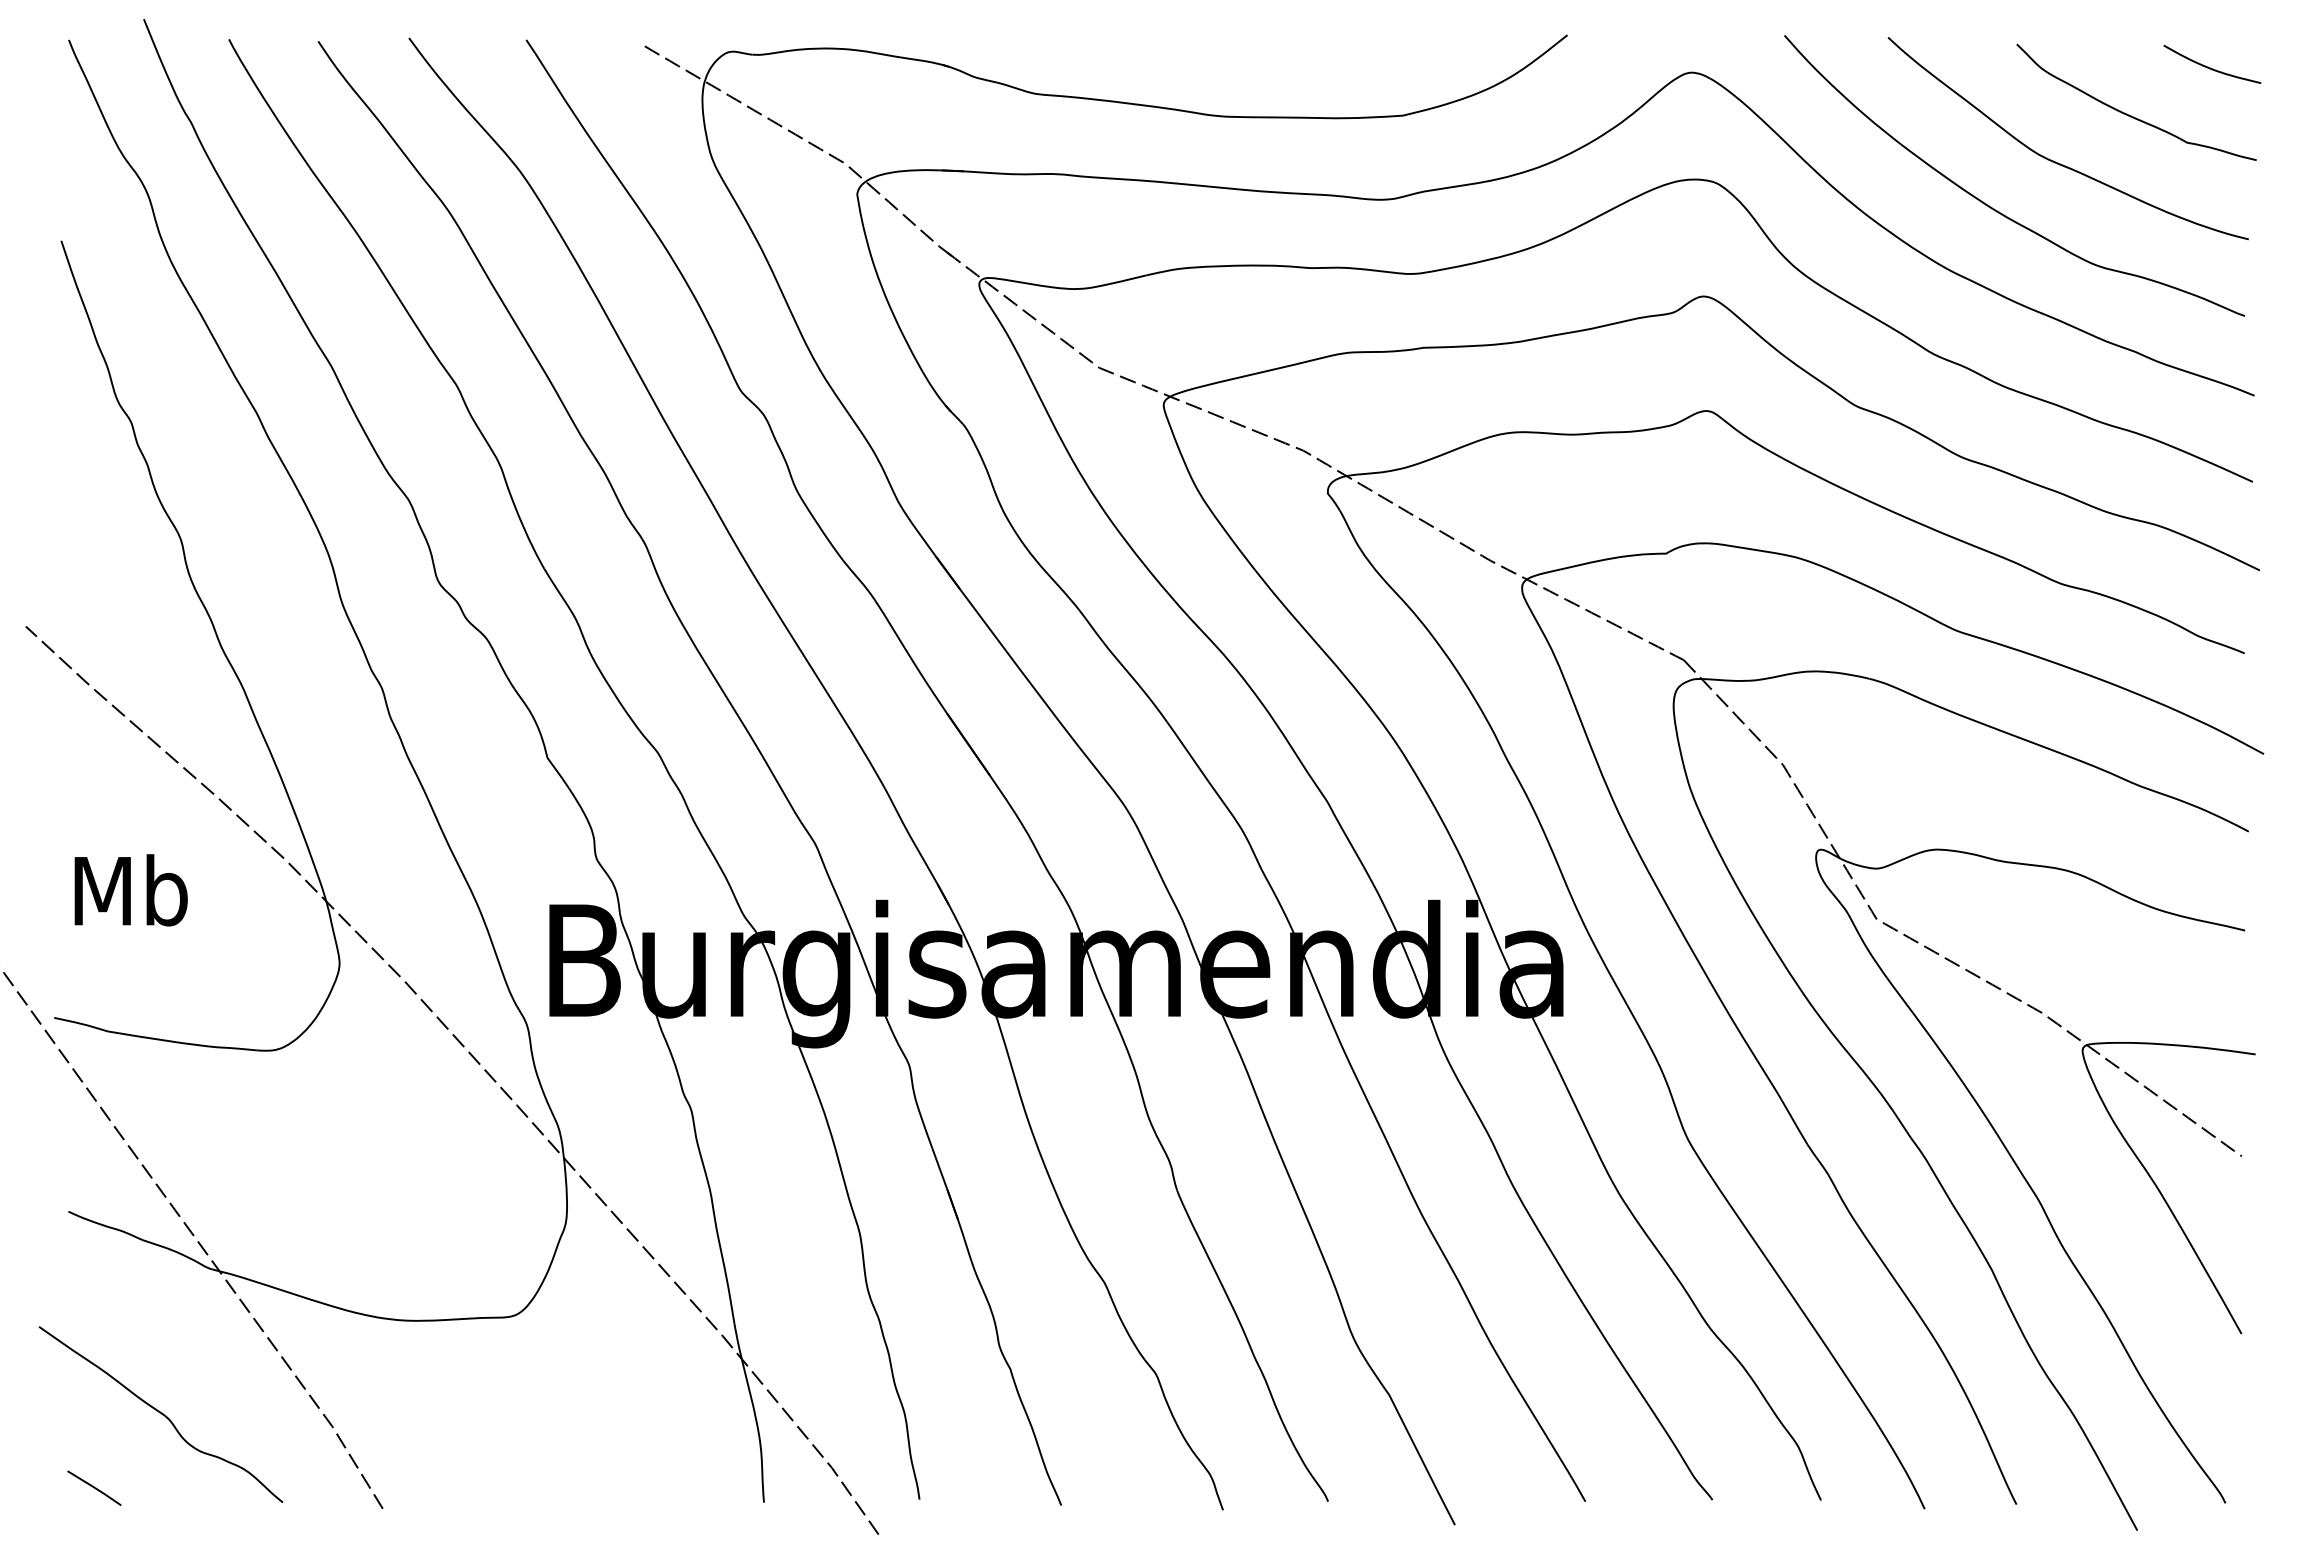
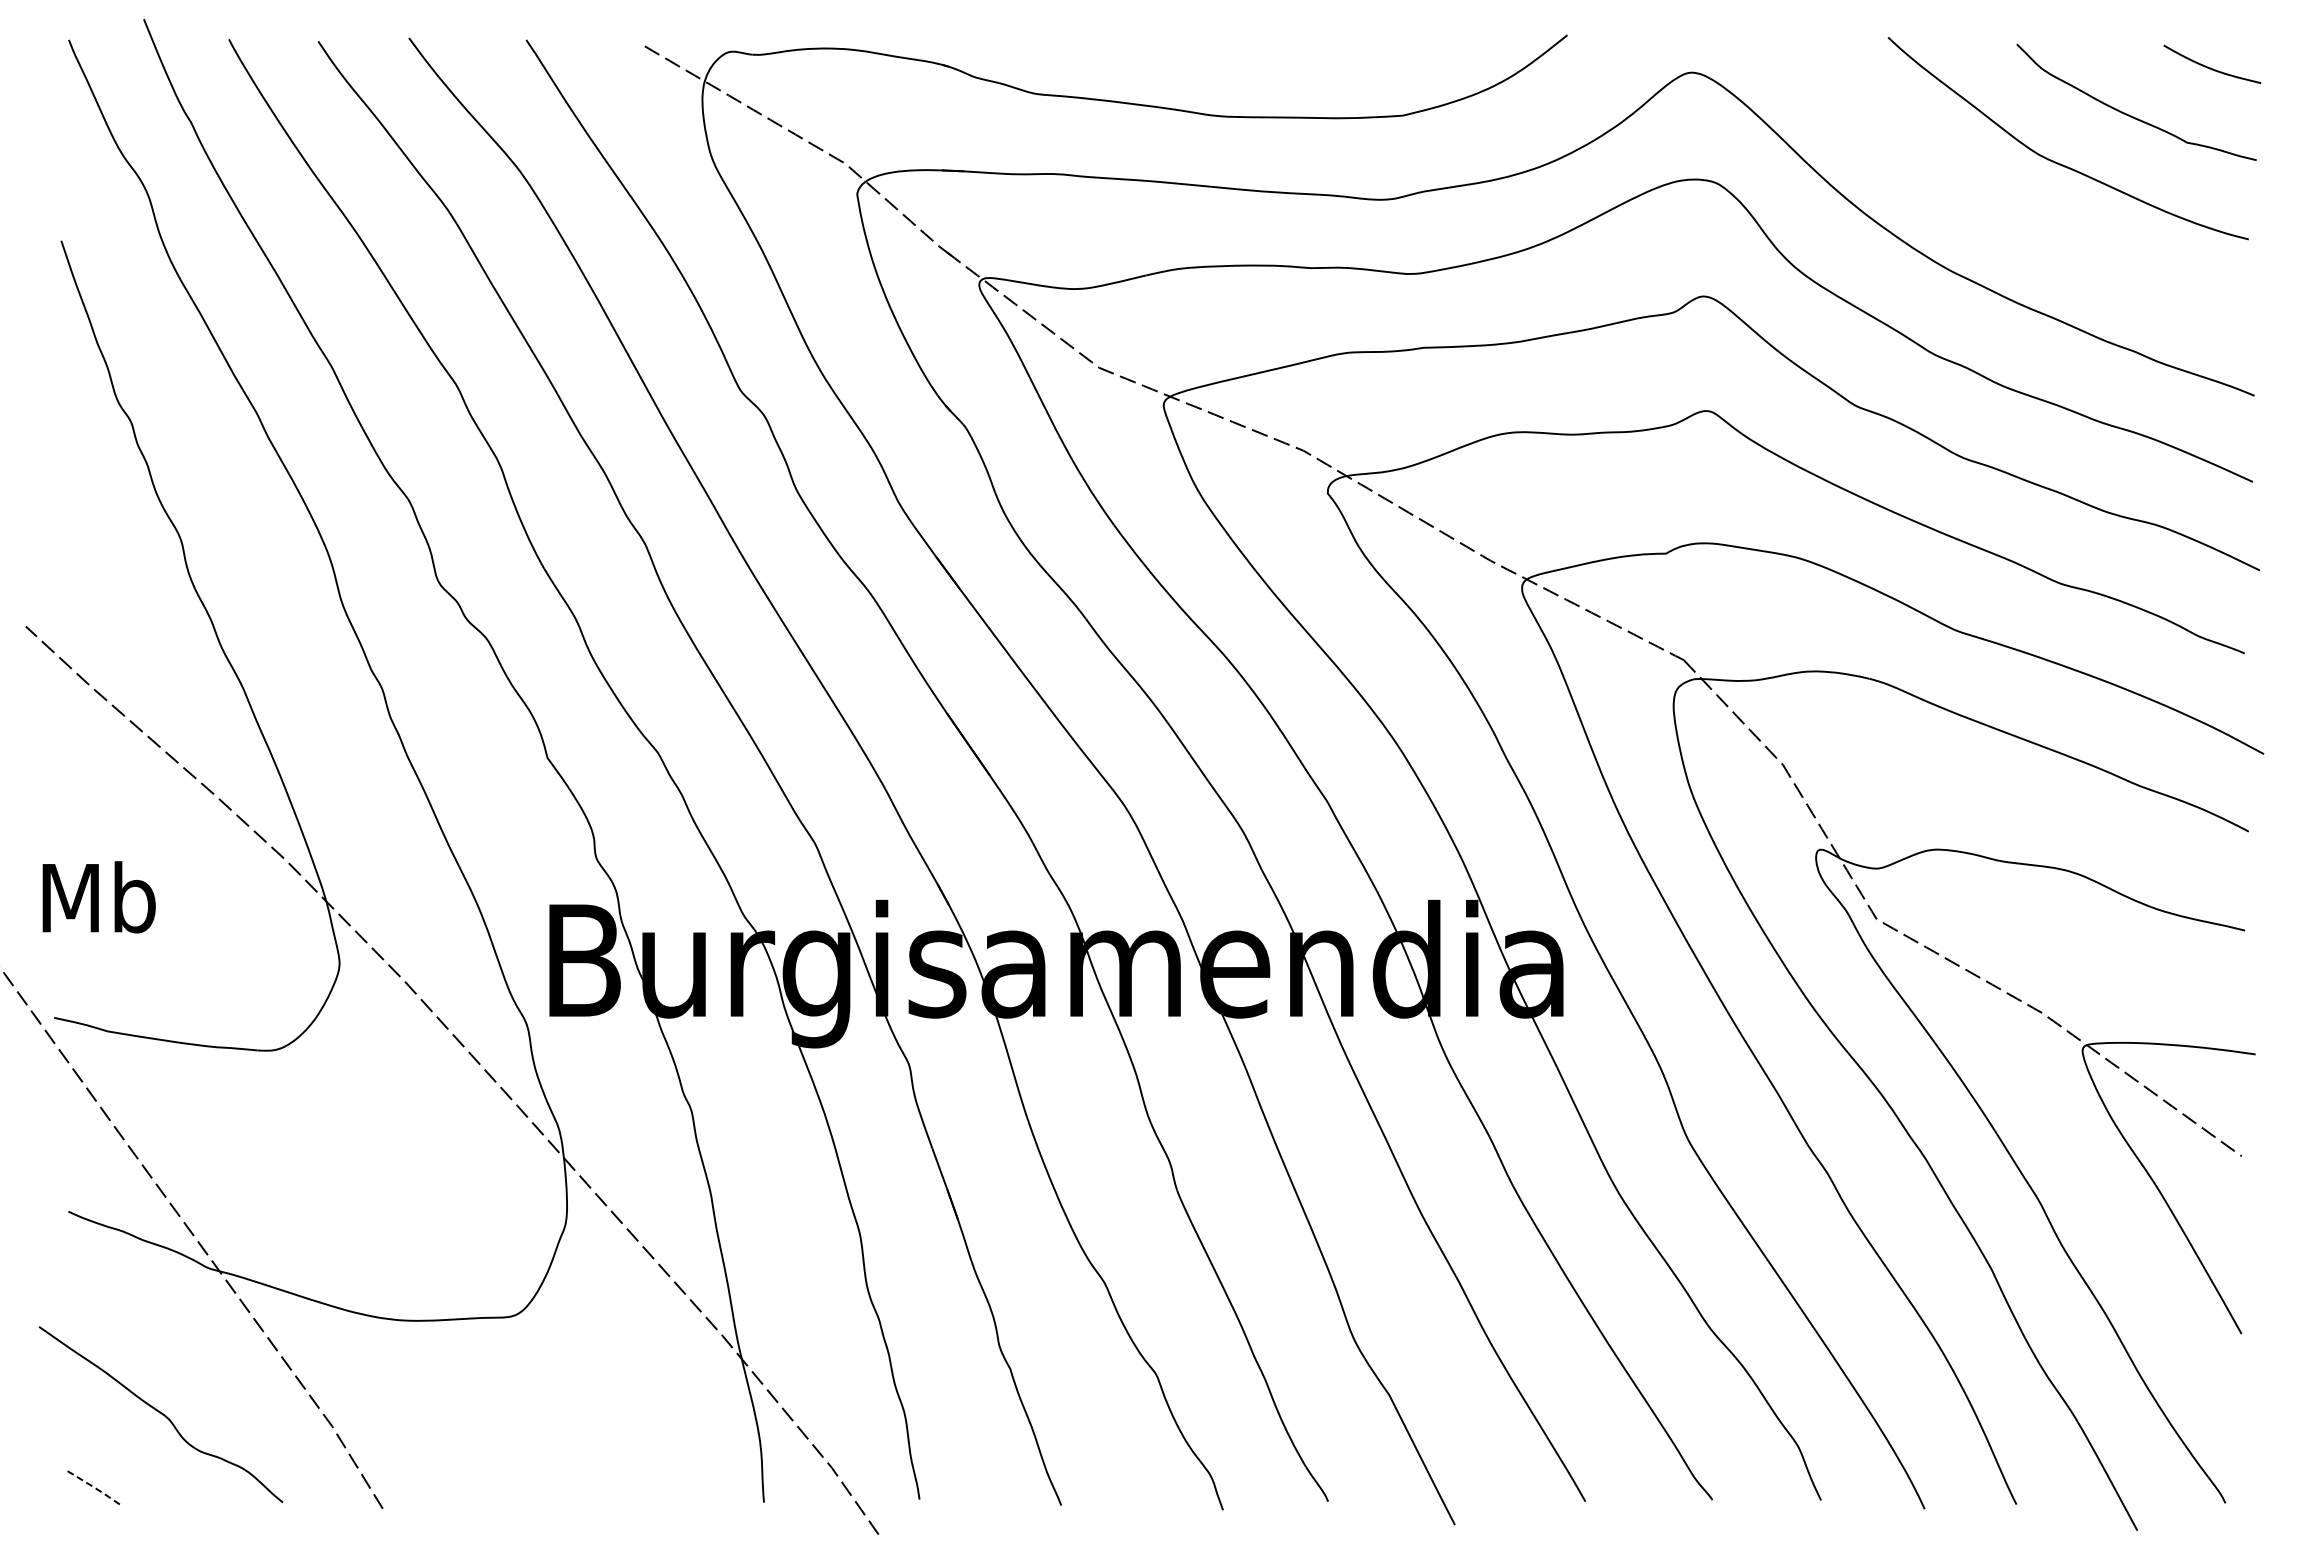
part at (1994, 208): present -> none
text at (130, 890) position: (130, 890) -> (98, 897)
line at (94, 1487): solid -> dashed
